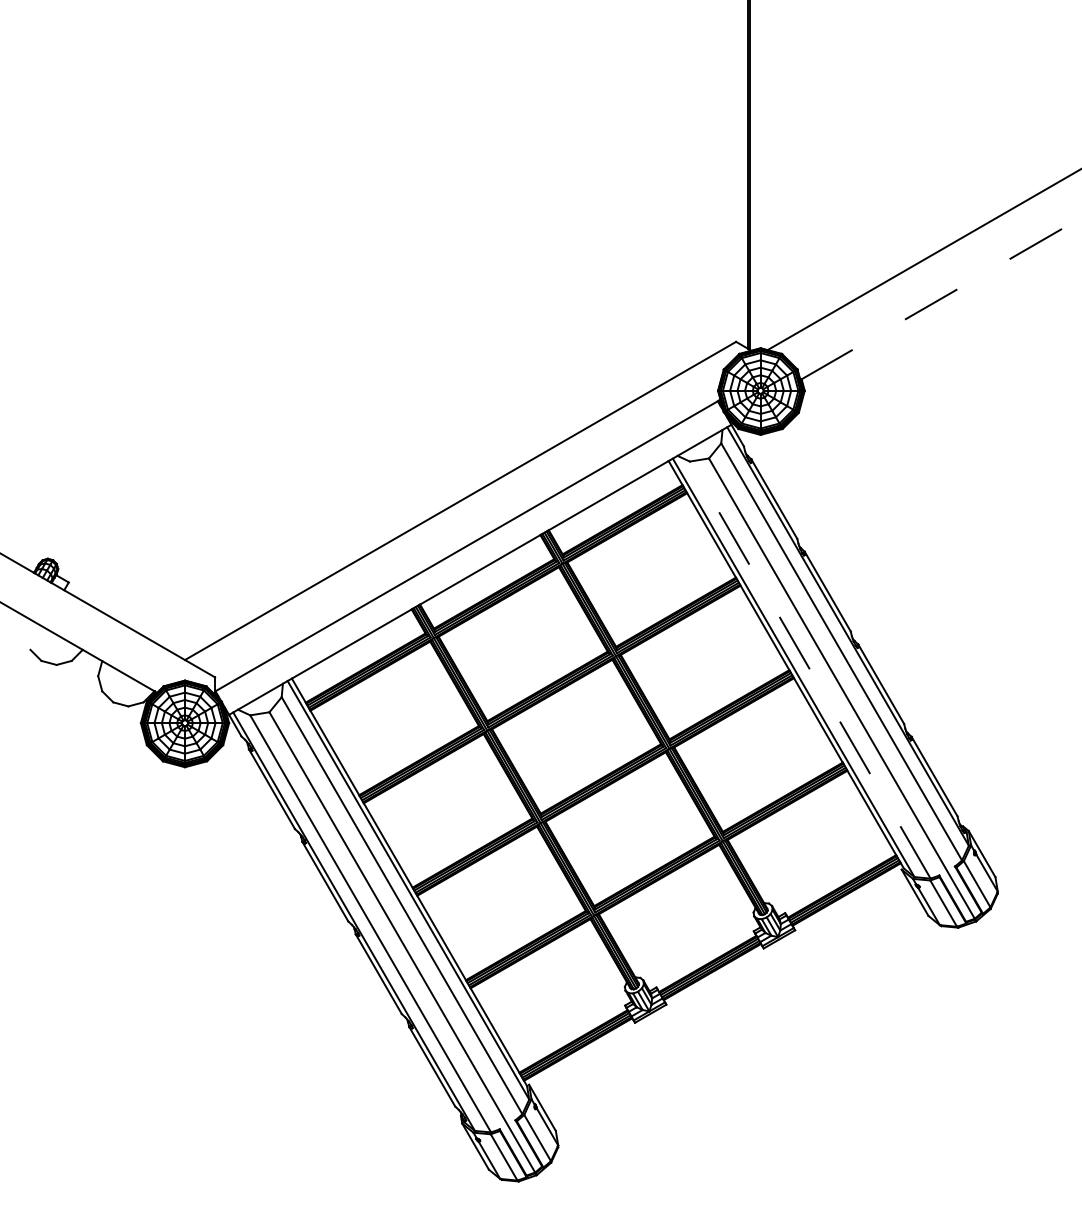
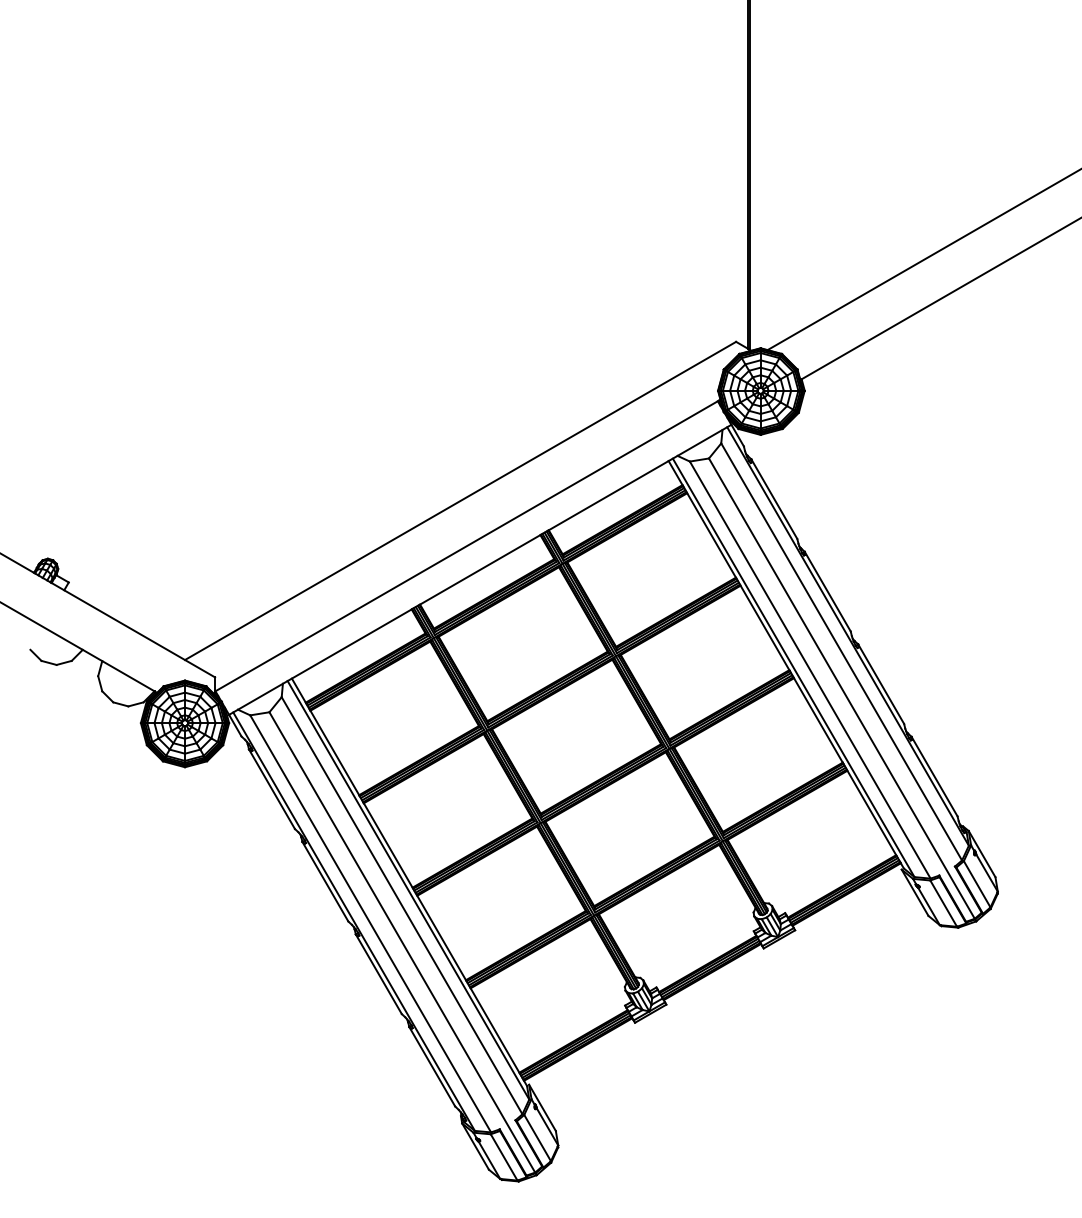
line at (941, 298): dashed -> solid
line at (810, 670): dashed -> solid
